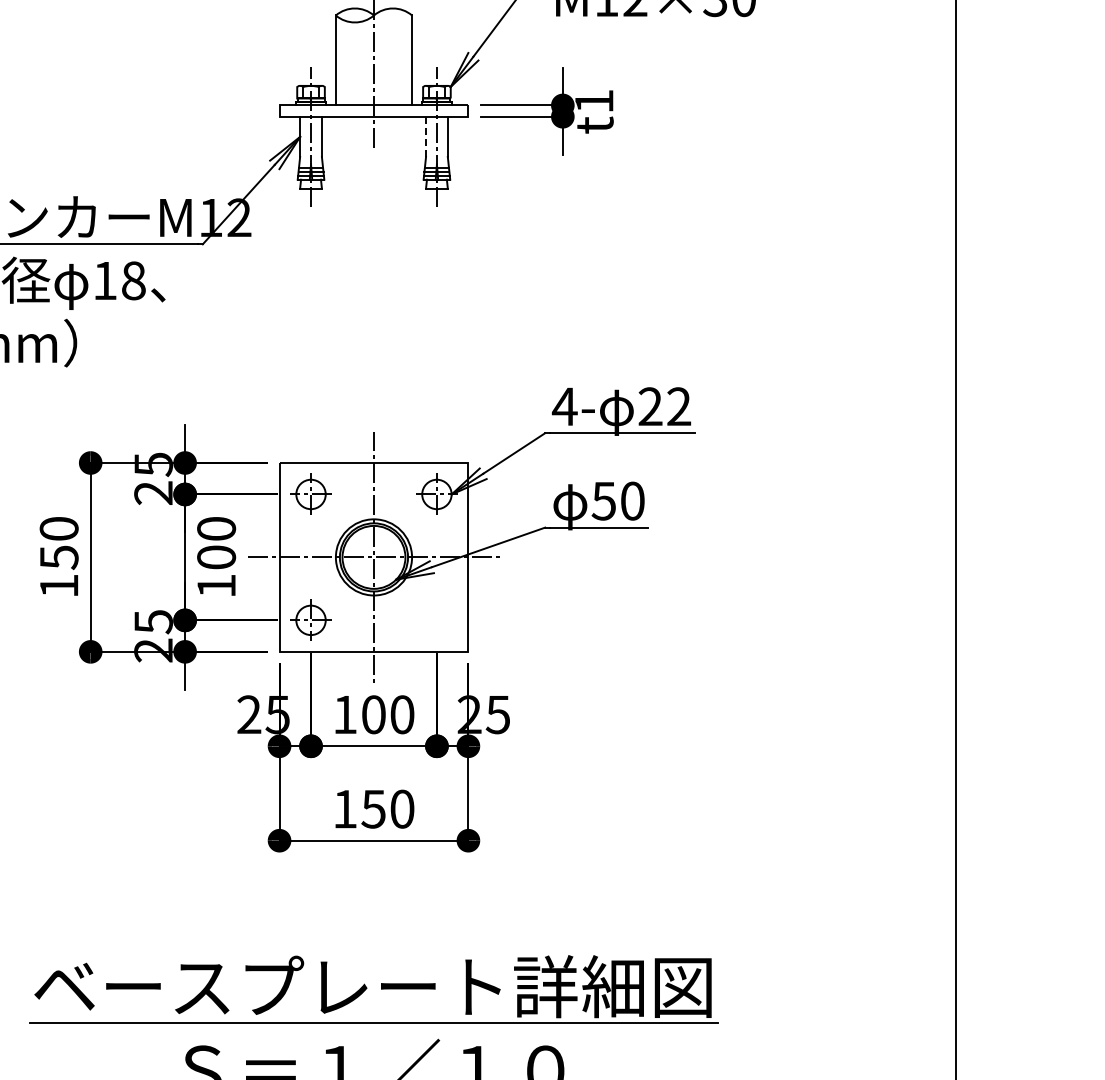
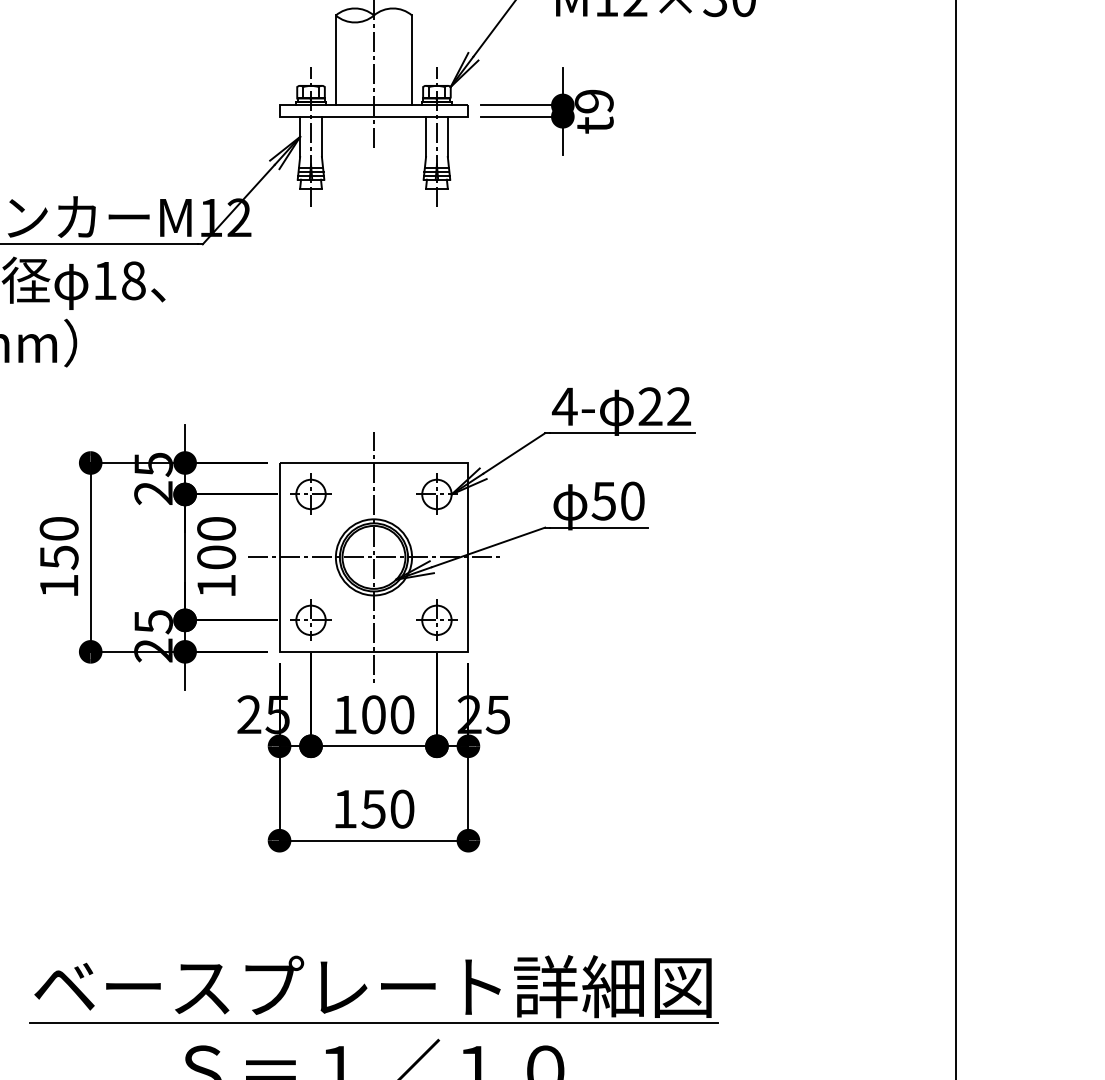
text at (593, 101): t1 -> t9
line at (426, 136): dashed -> solid
part at (436, 619): none -> present
